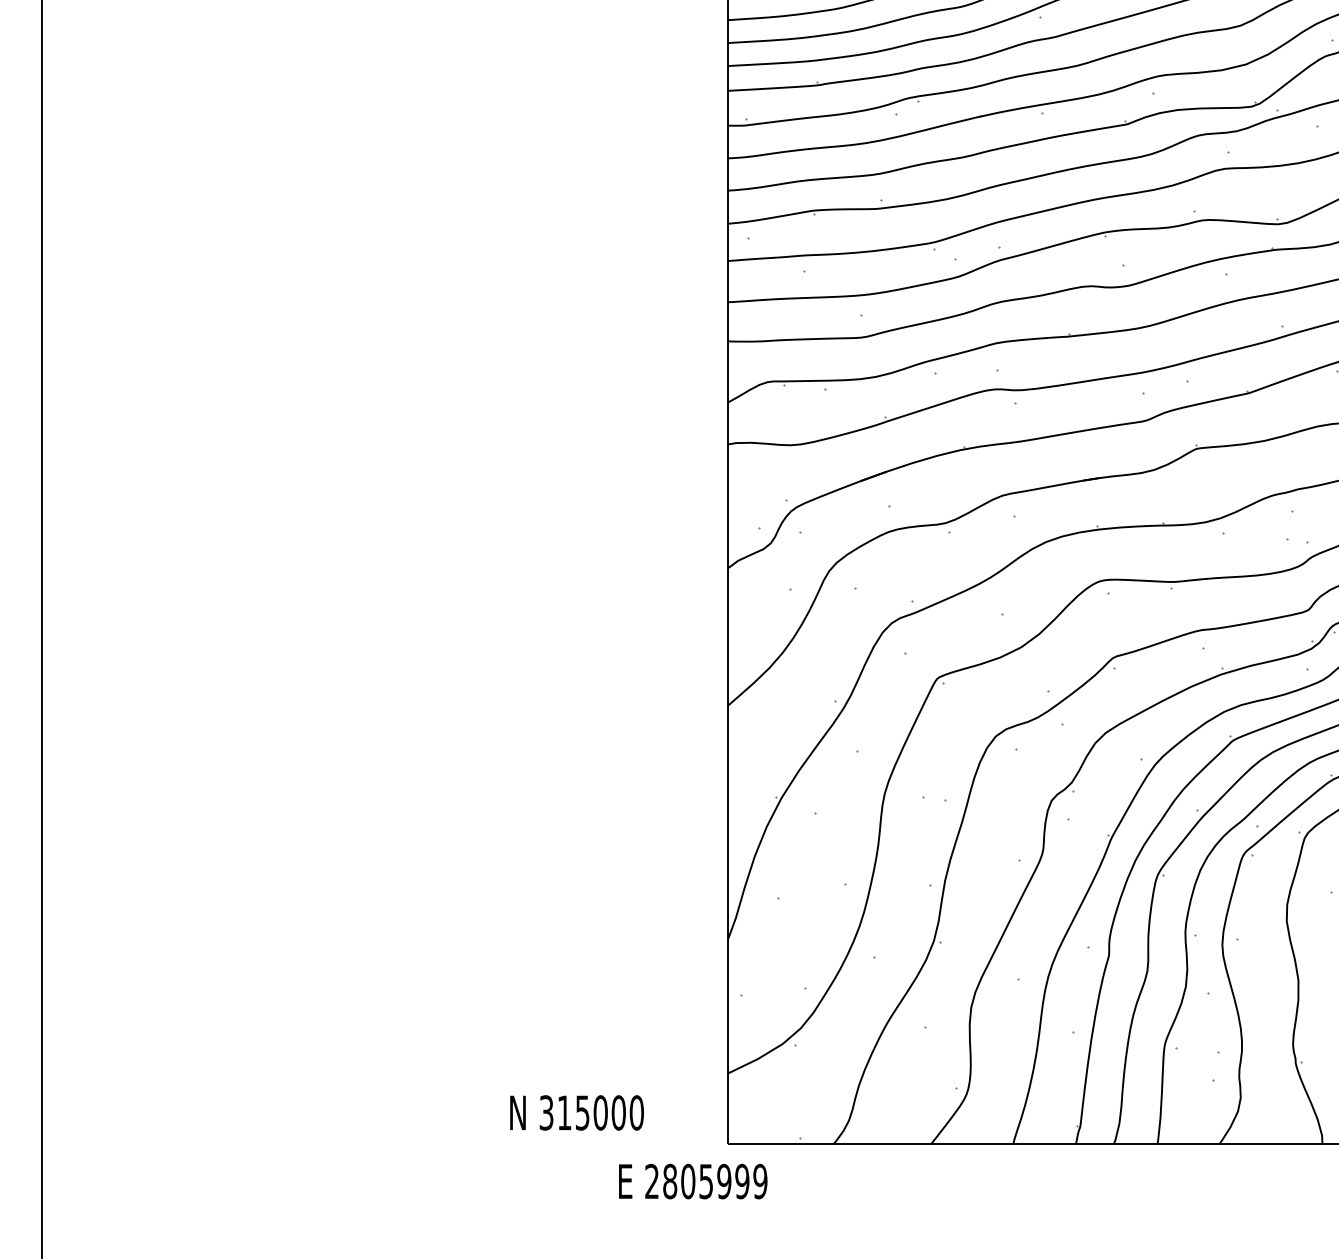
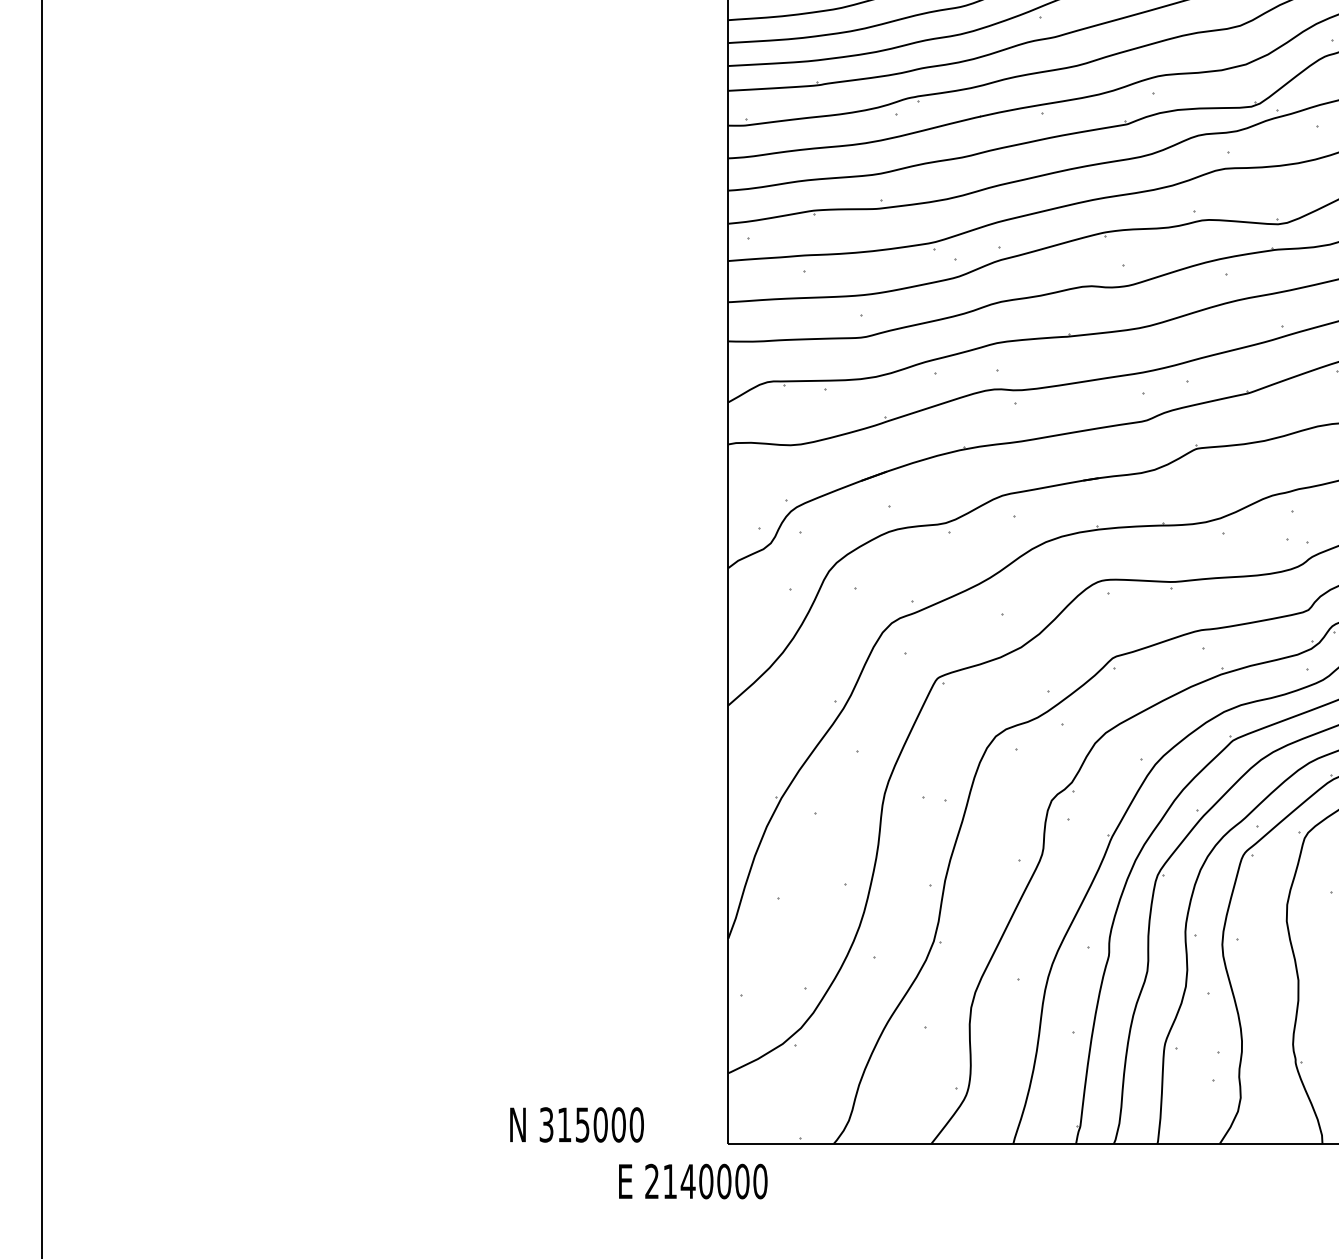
text at (576, 1112) position: (576, 1112) -> (576, 1124)
text at (715, 1181): 2805999 -> 2140000
